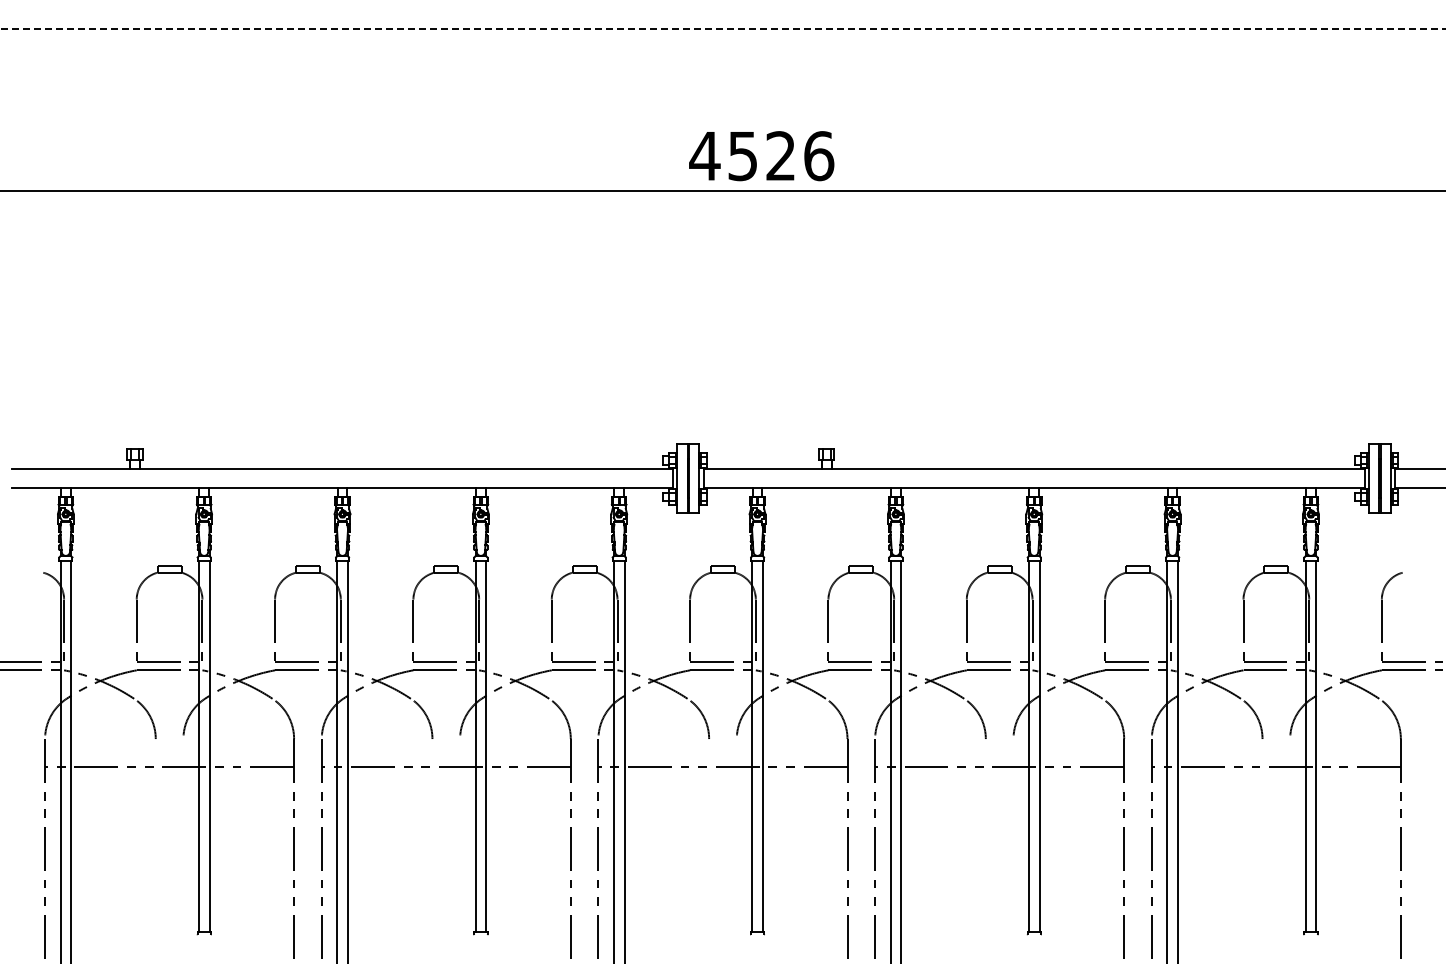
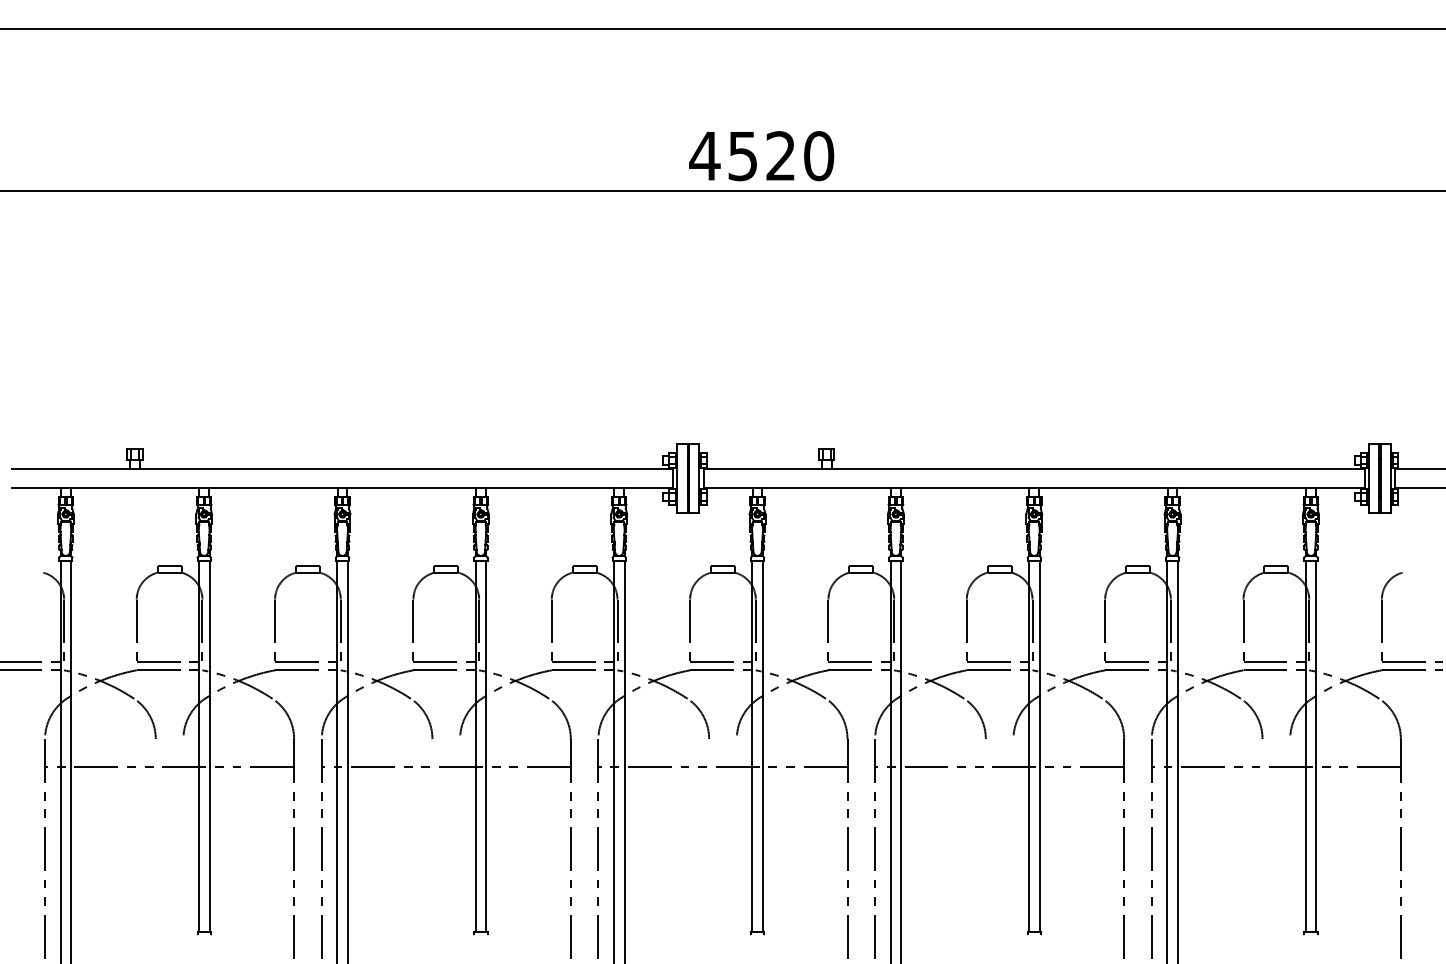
line at (723, 29): dashed -> solid
text at (819, 156): 4526 -> 4520
